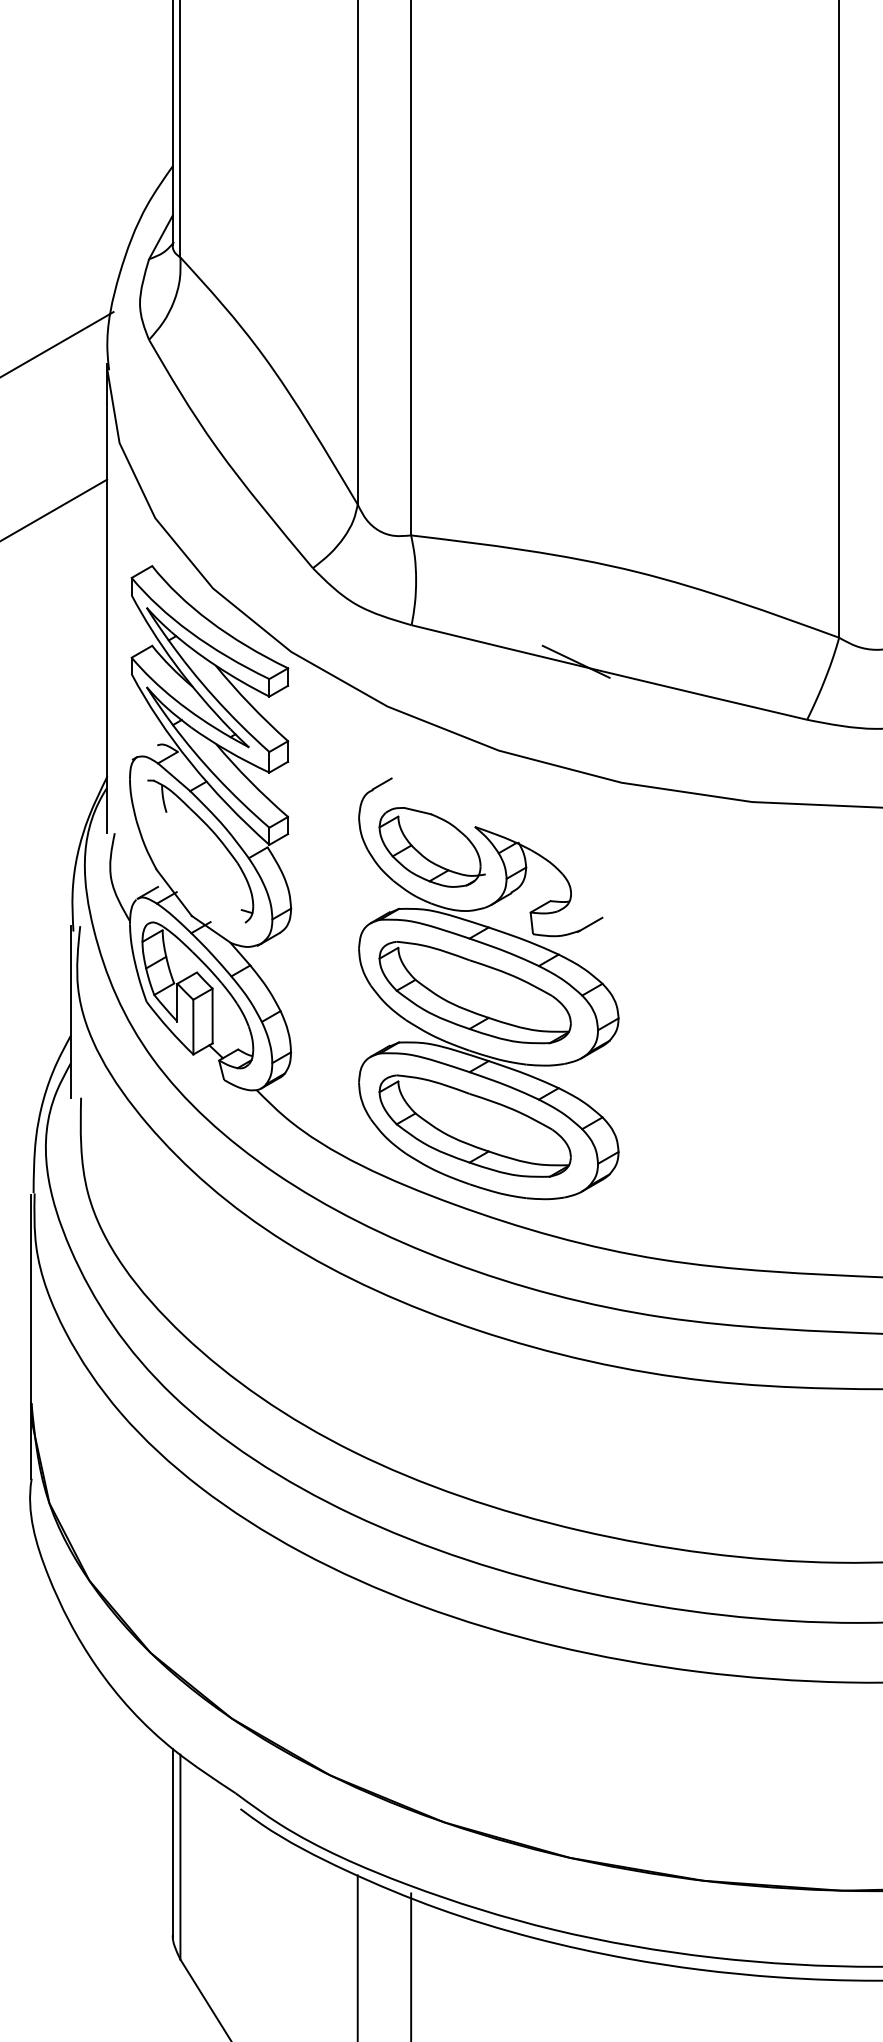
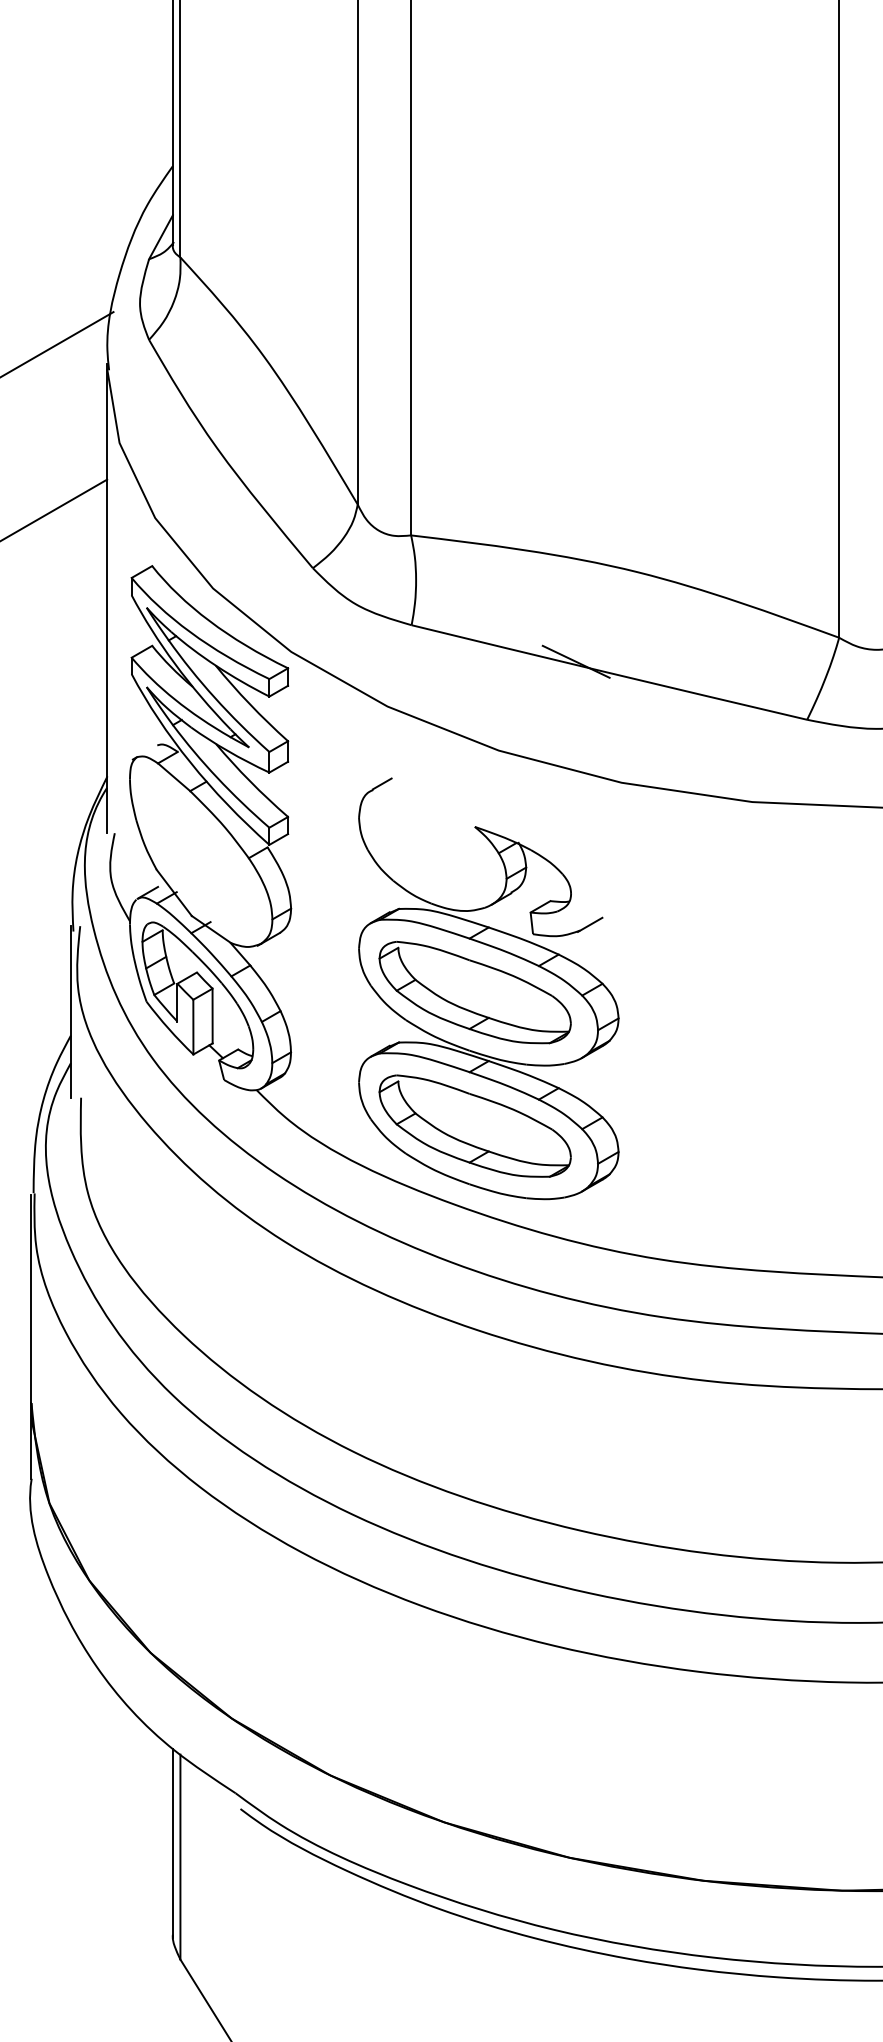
part at (215, 836): present -> none
part at (431, 847): present -> none
line at (357, 1956): present -> none
line at (411, 1965): present -> none
